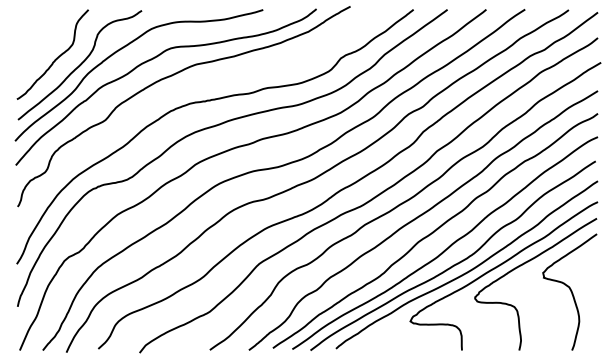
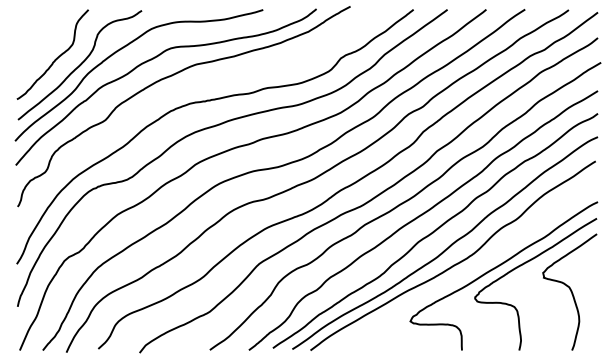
curve at (468, 270): present -> none
